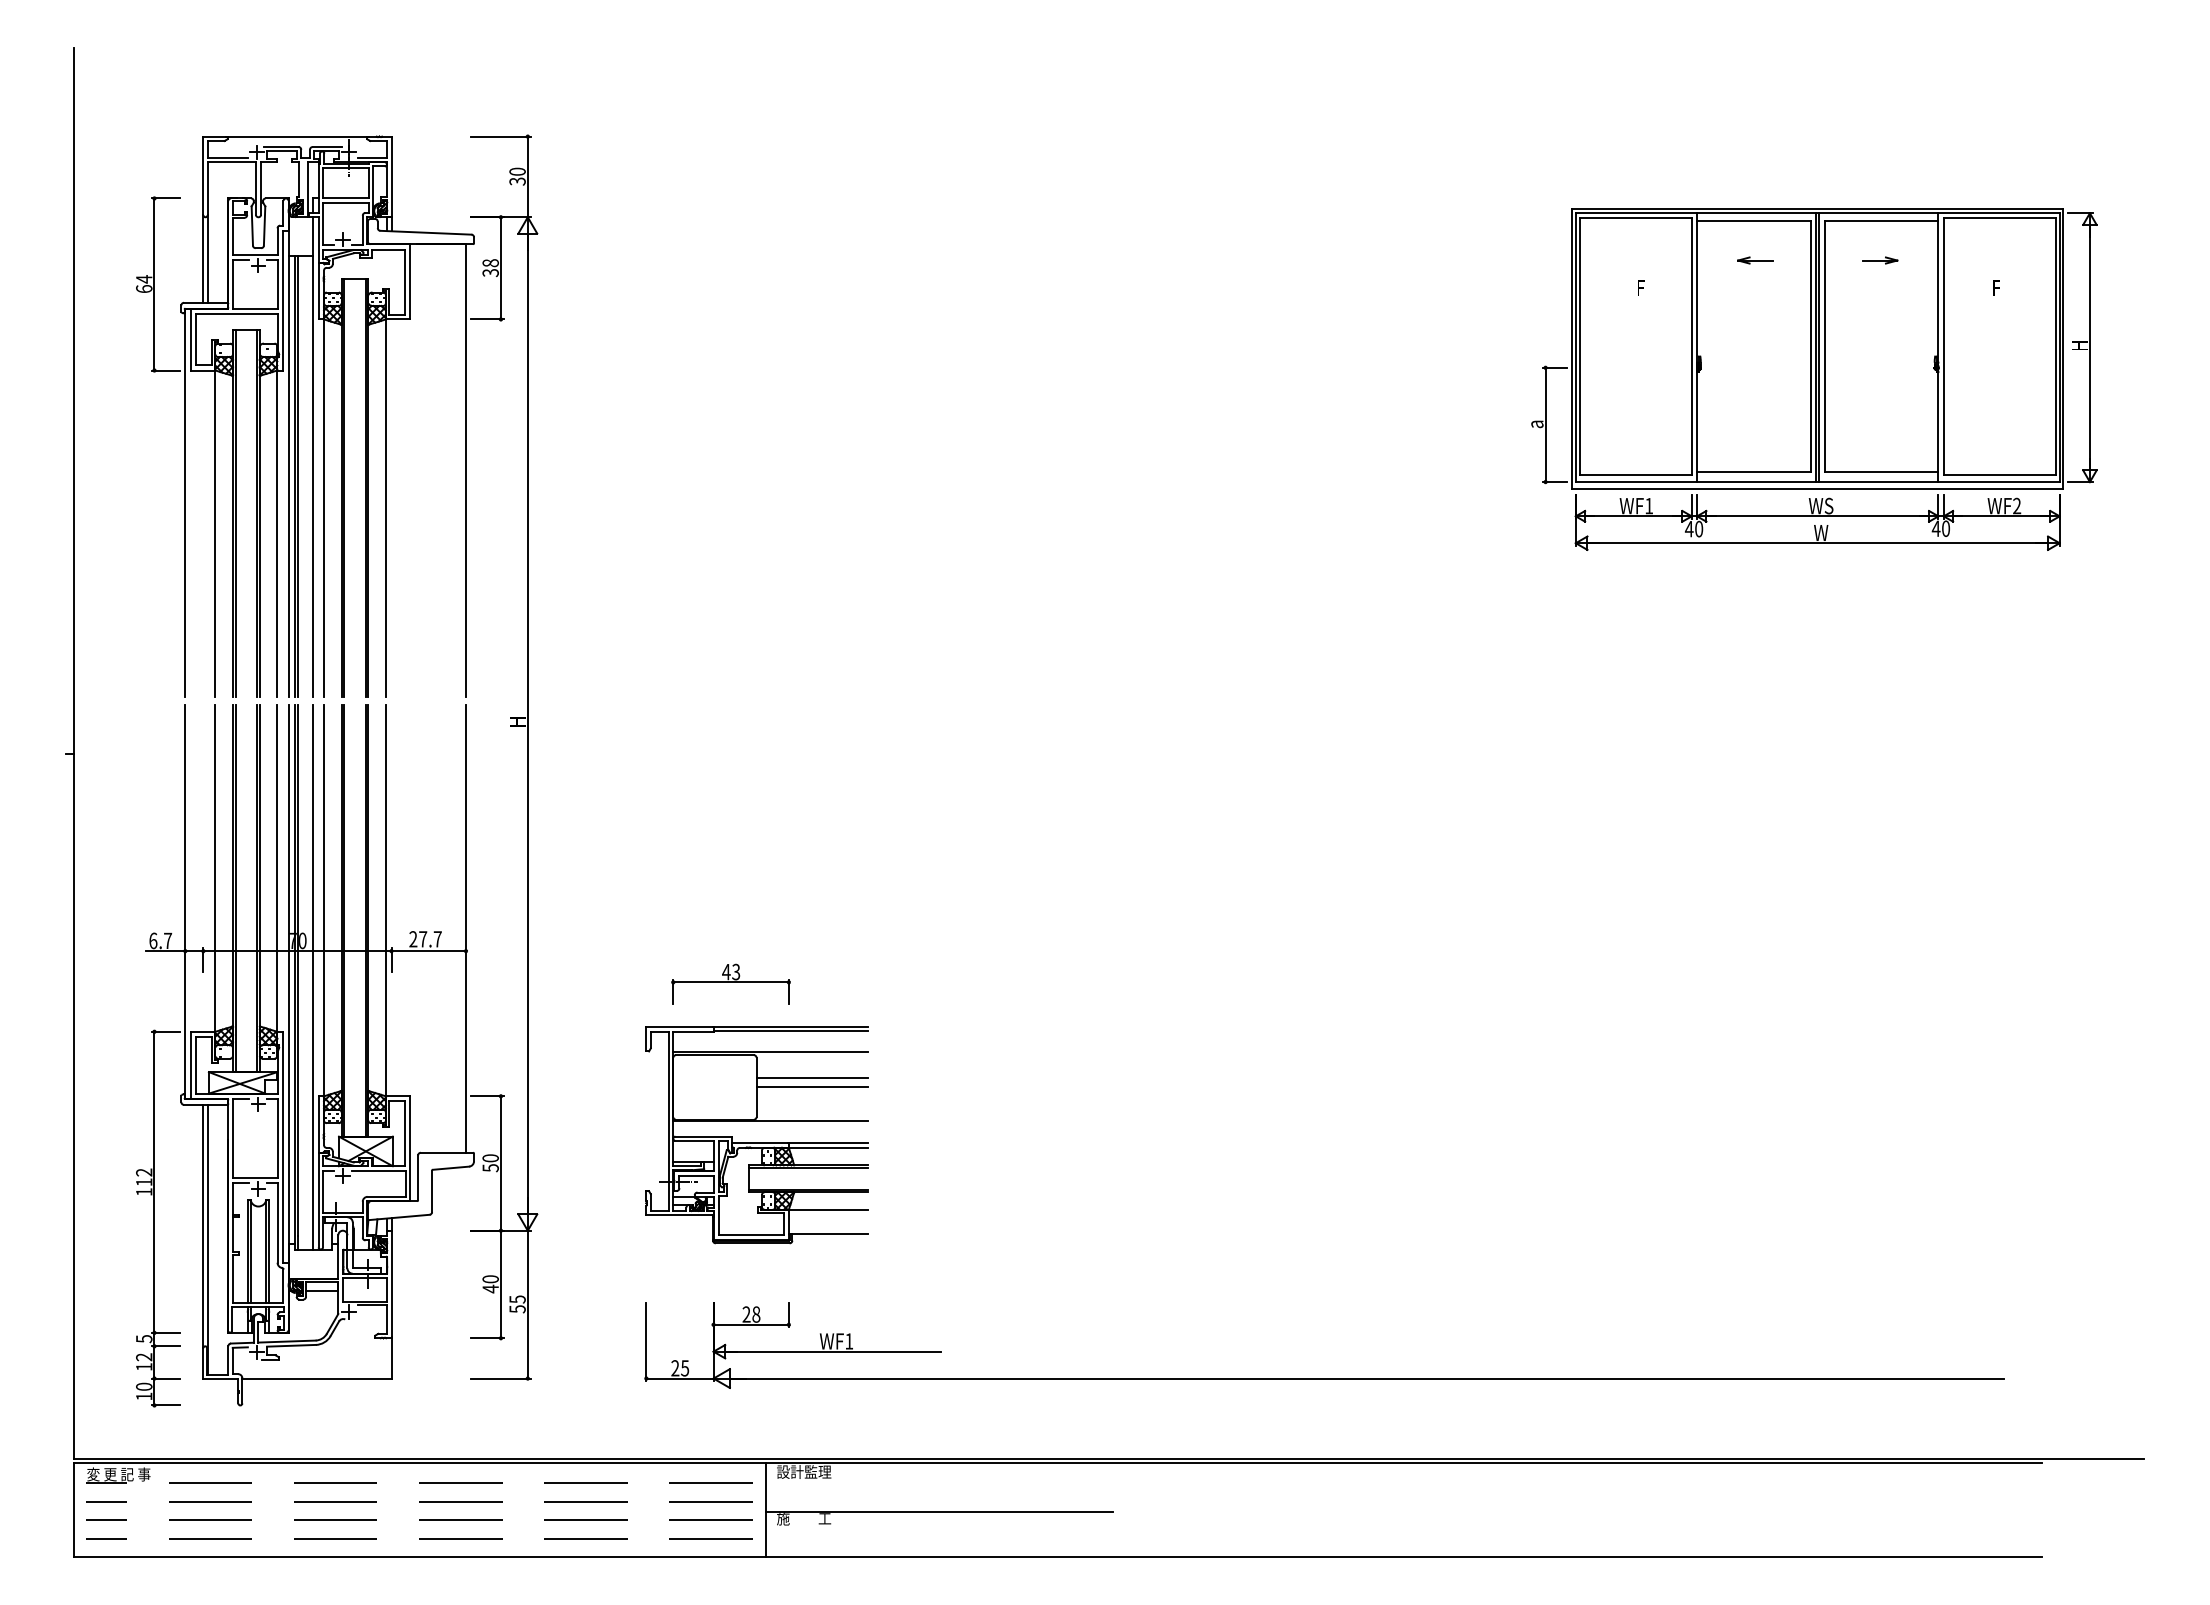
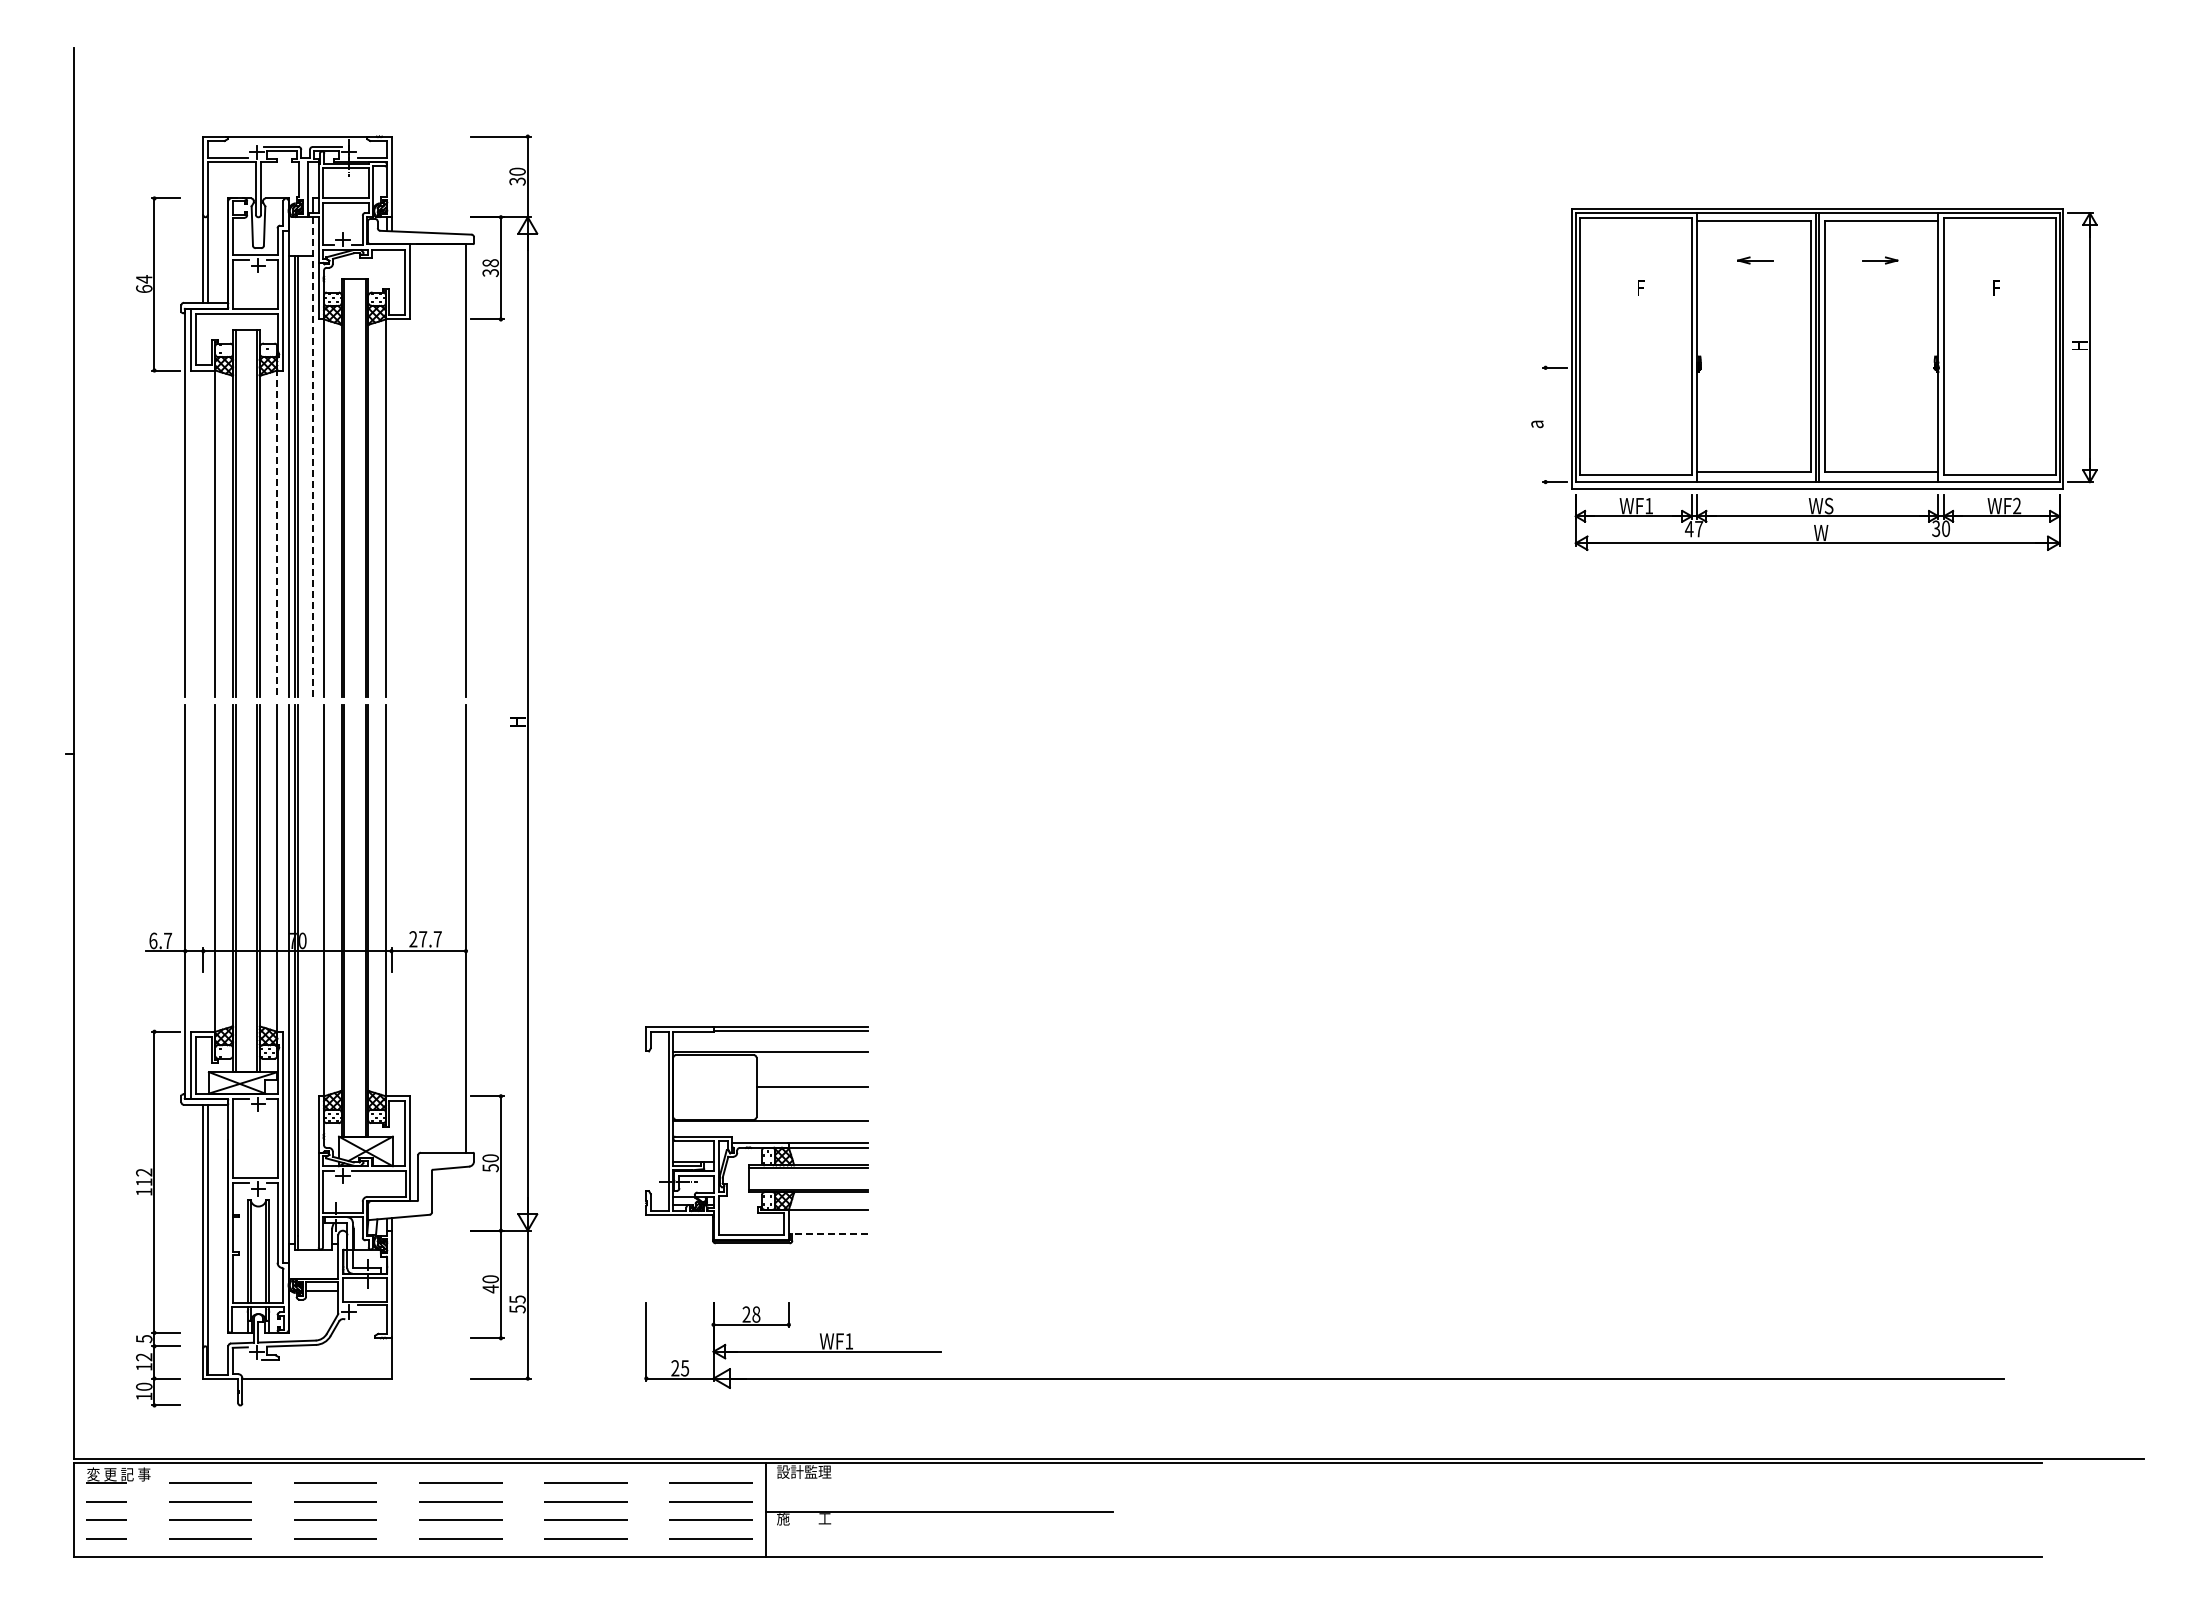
line at (1545, 424): present -> none
line at (312, 457): solid -> dashed
text at (1699, 528): 40 -> 47
text at (1935, 528): 40 -> 30
line at (277, 533): solid -> dashed
line at (312, 977): present -> none
part at (730, 983): present -> none
line at (811, 1077): present -> none
line at (827, 1233): solid -> dashed
